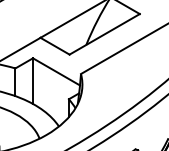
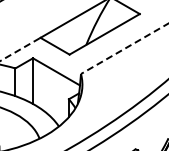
line at (20, 49): solid -> dashed
line at (124, 49): solid -> dashed
